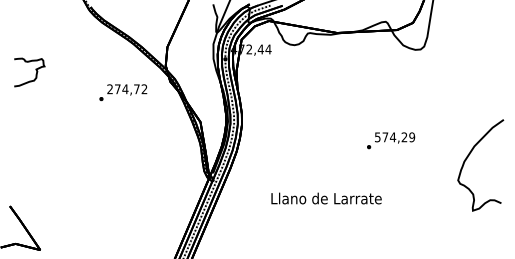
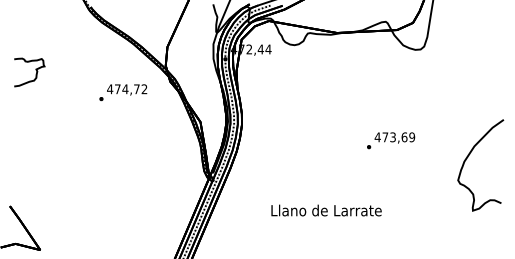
text at (110, 89): 274,72 -> 474,72
text at (390, 137): 574,29 -> 473,69
text at (326, 198) position: (326, 198) -> (326, 210)
